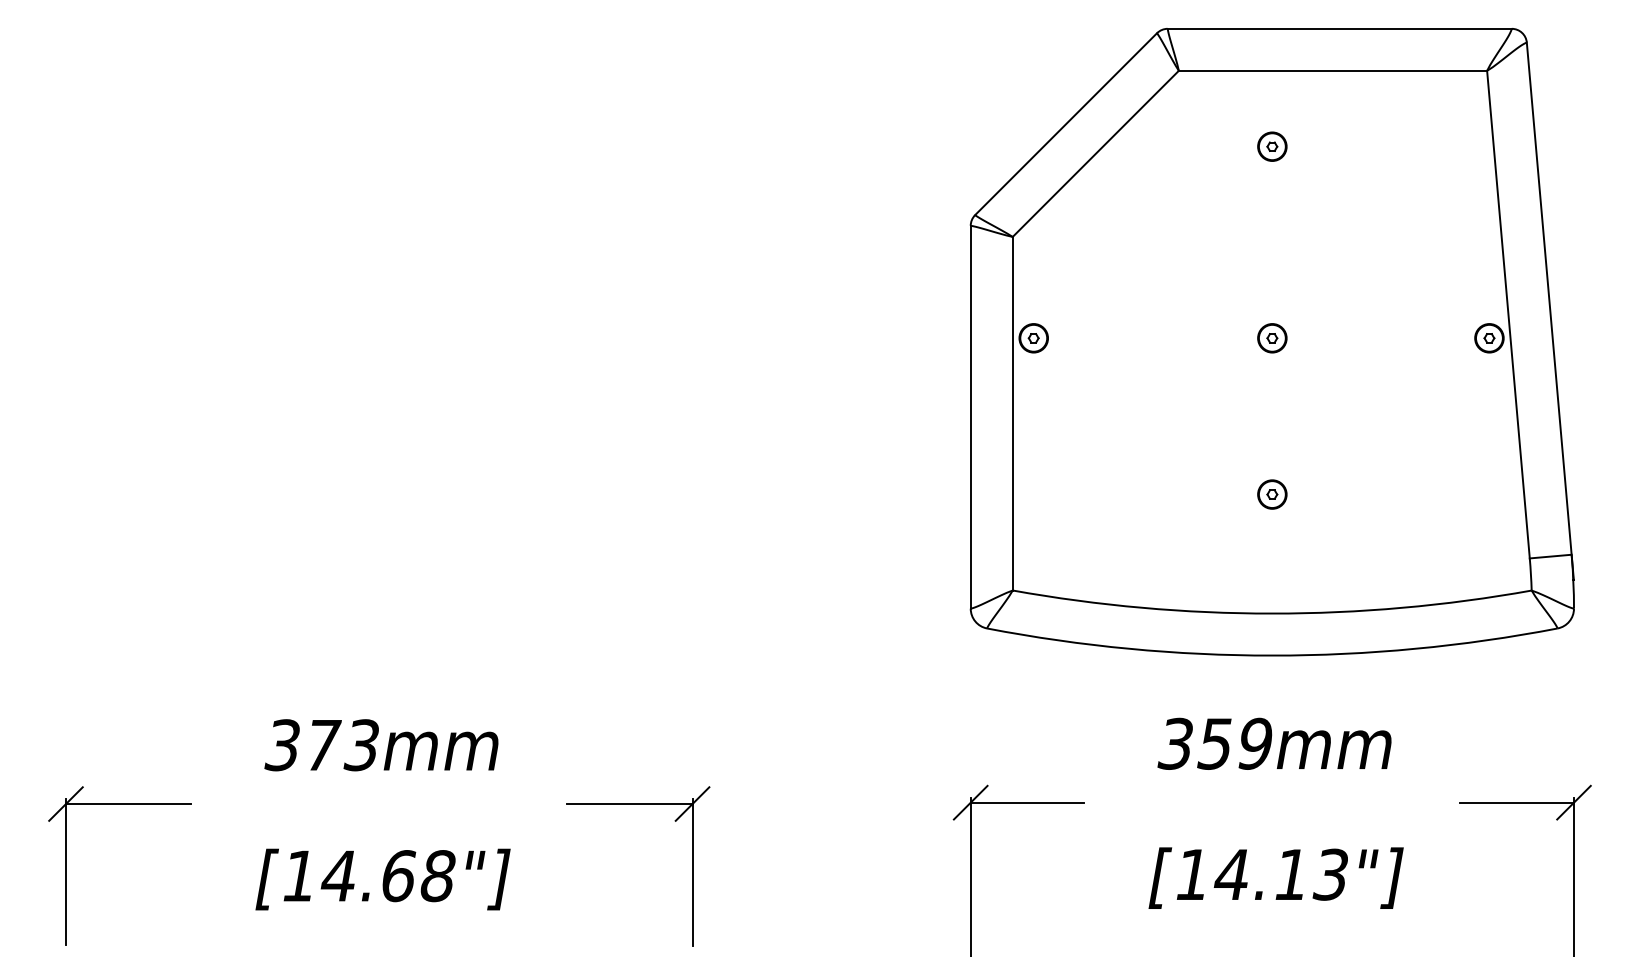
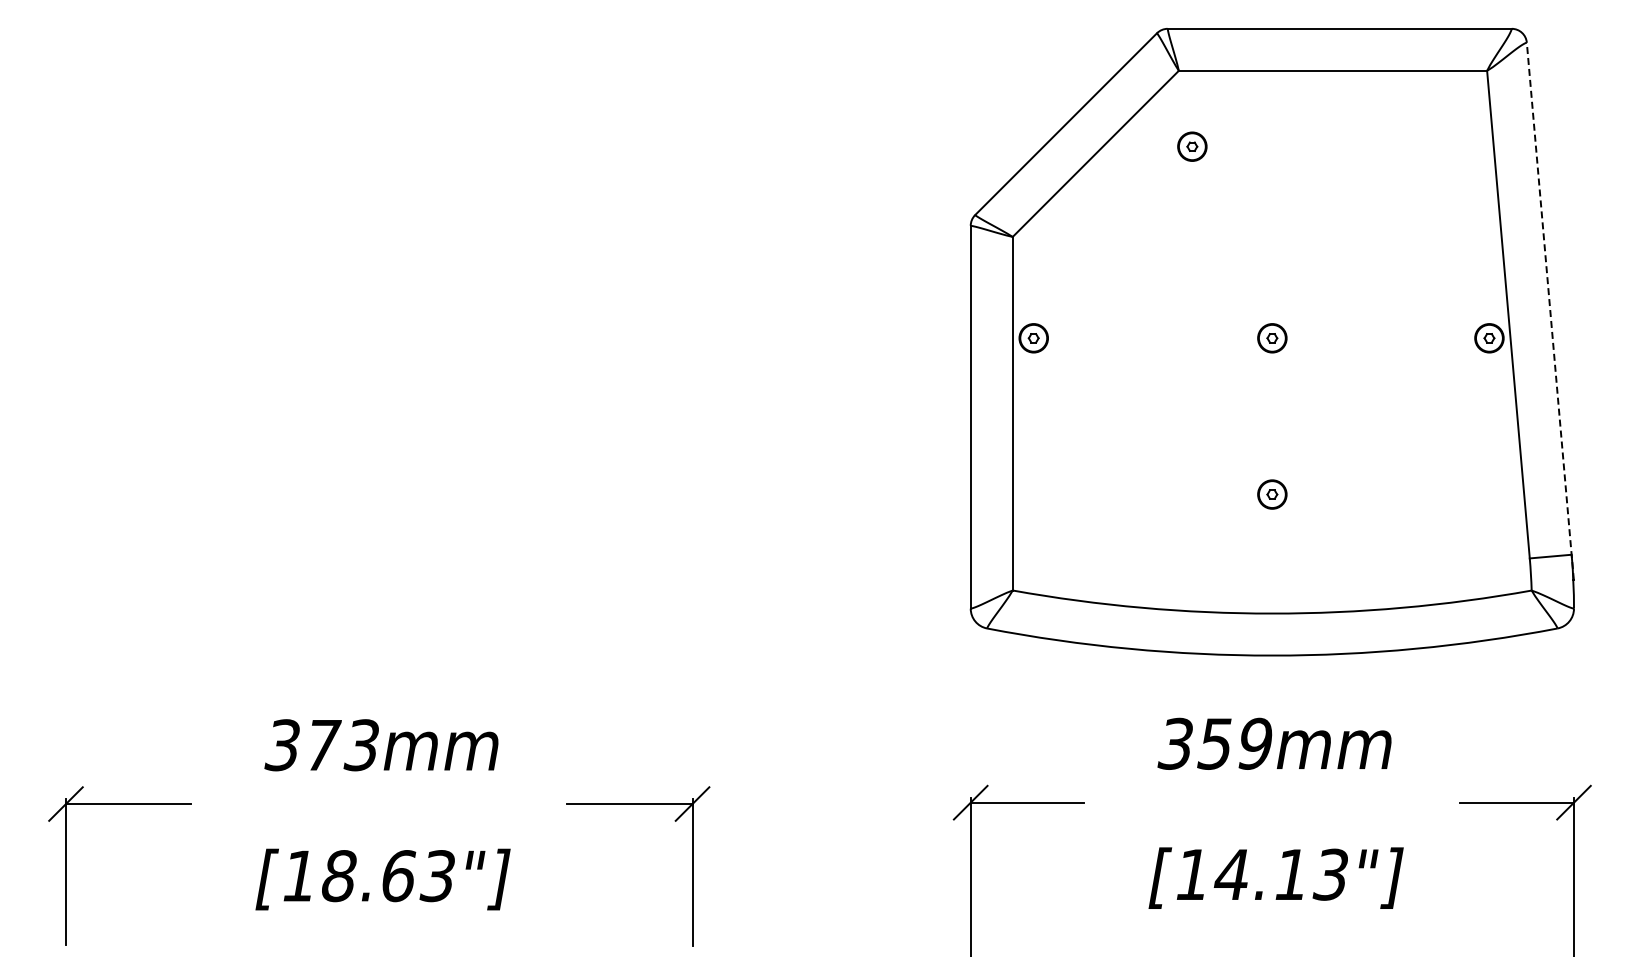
part at (1272, 146) position: (1272, 146) -> (1192, 146)
line at (1550, 311): solid -> dashed
text at (387, 876): [14.68"] -> [18.63"]
